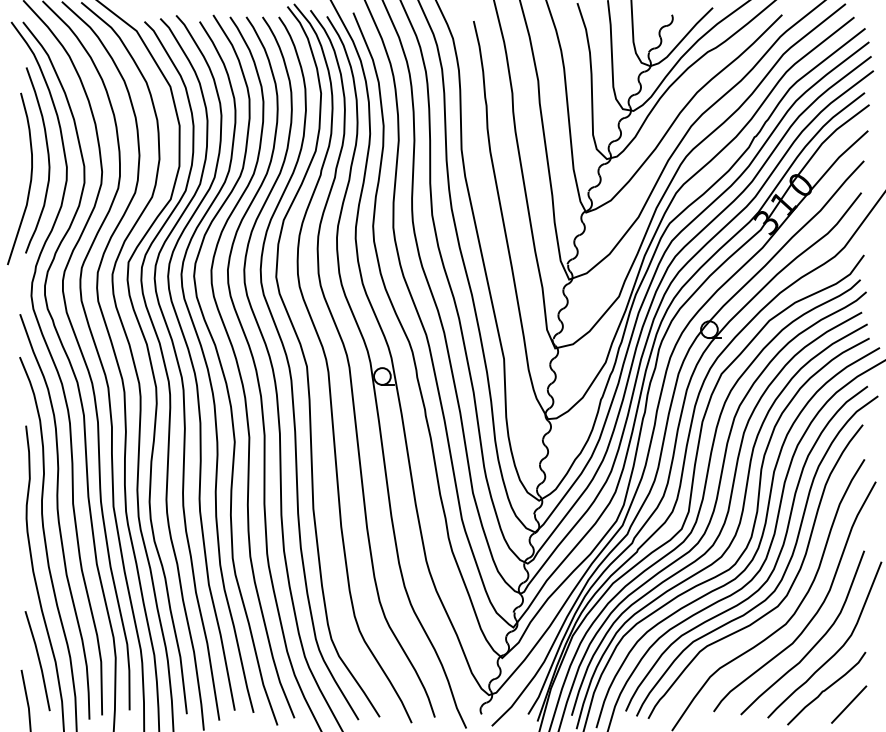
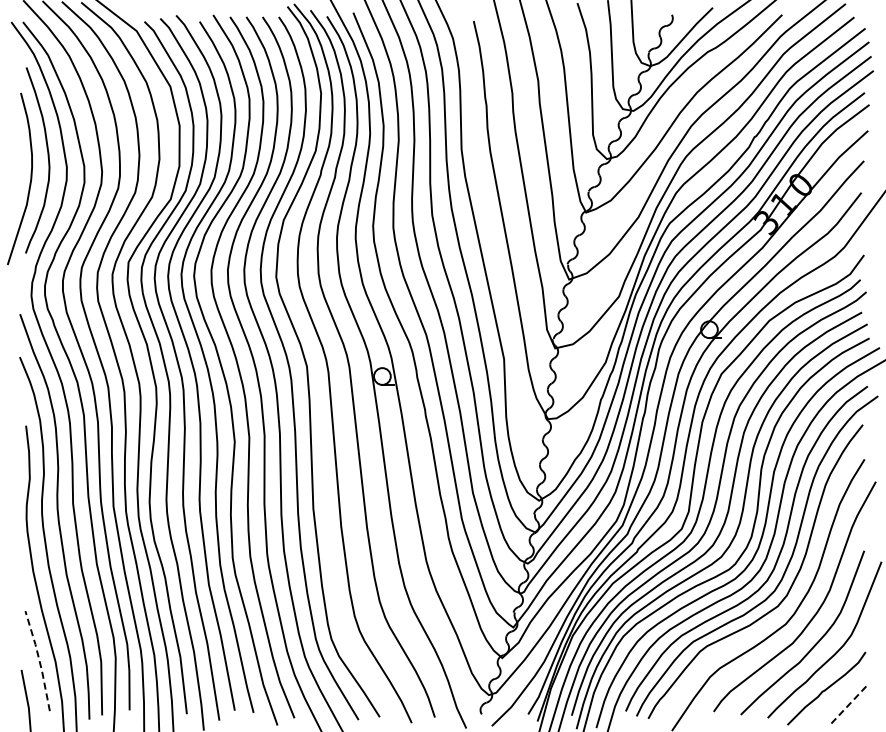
line at (39, 660): solid -> dashed
line at (849, 704): solid -> dashed
